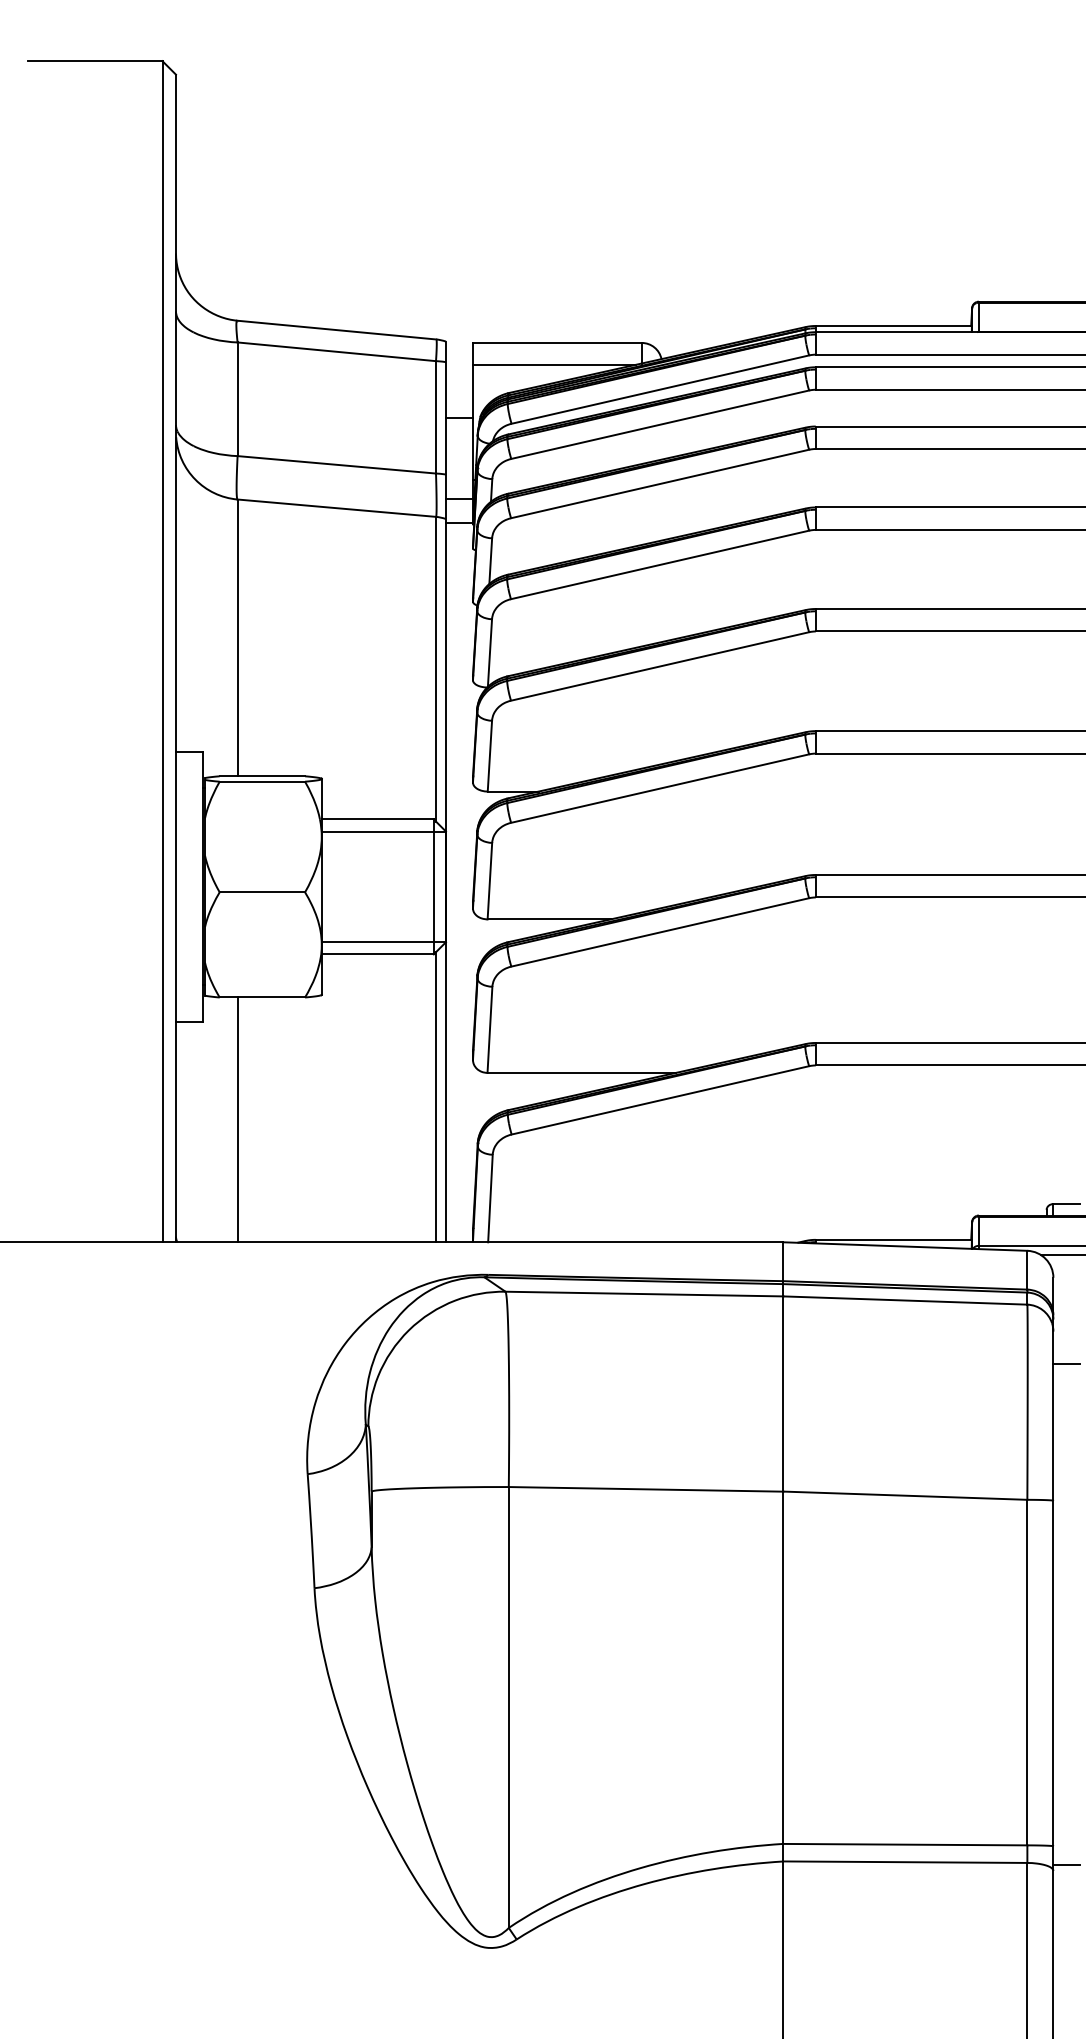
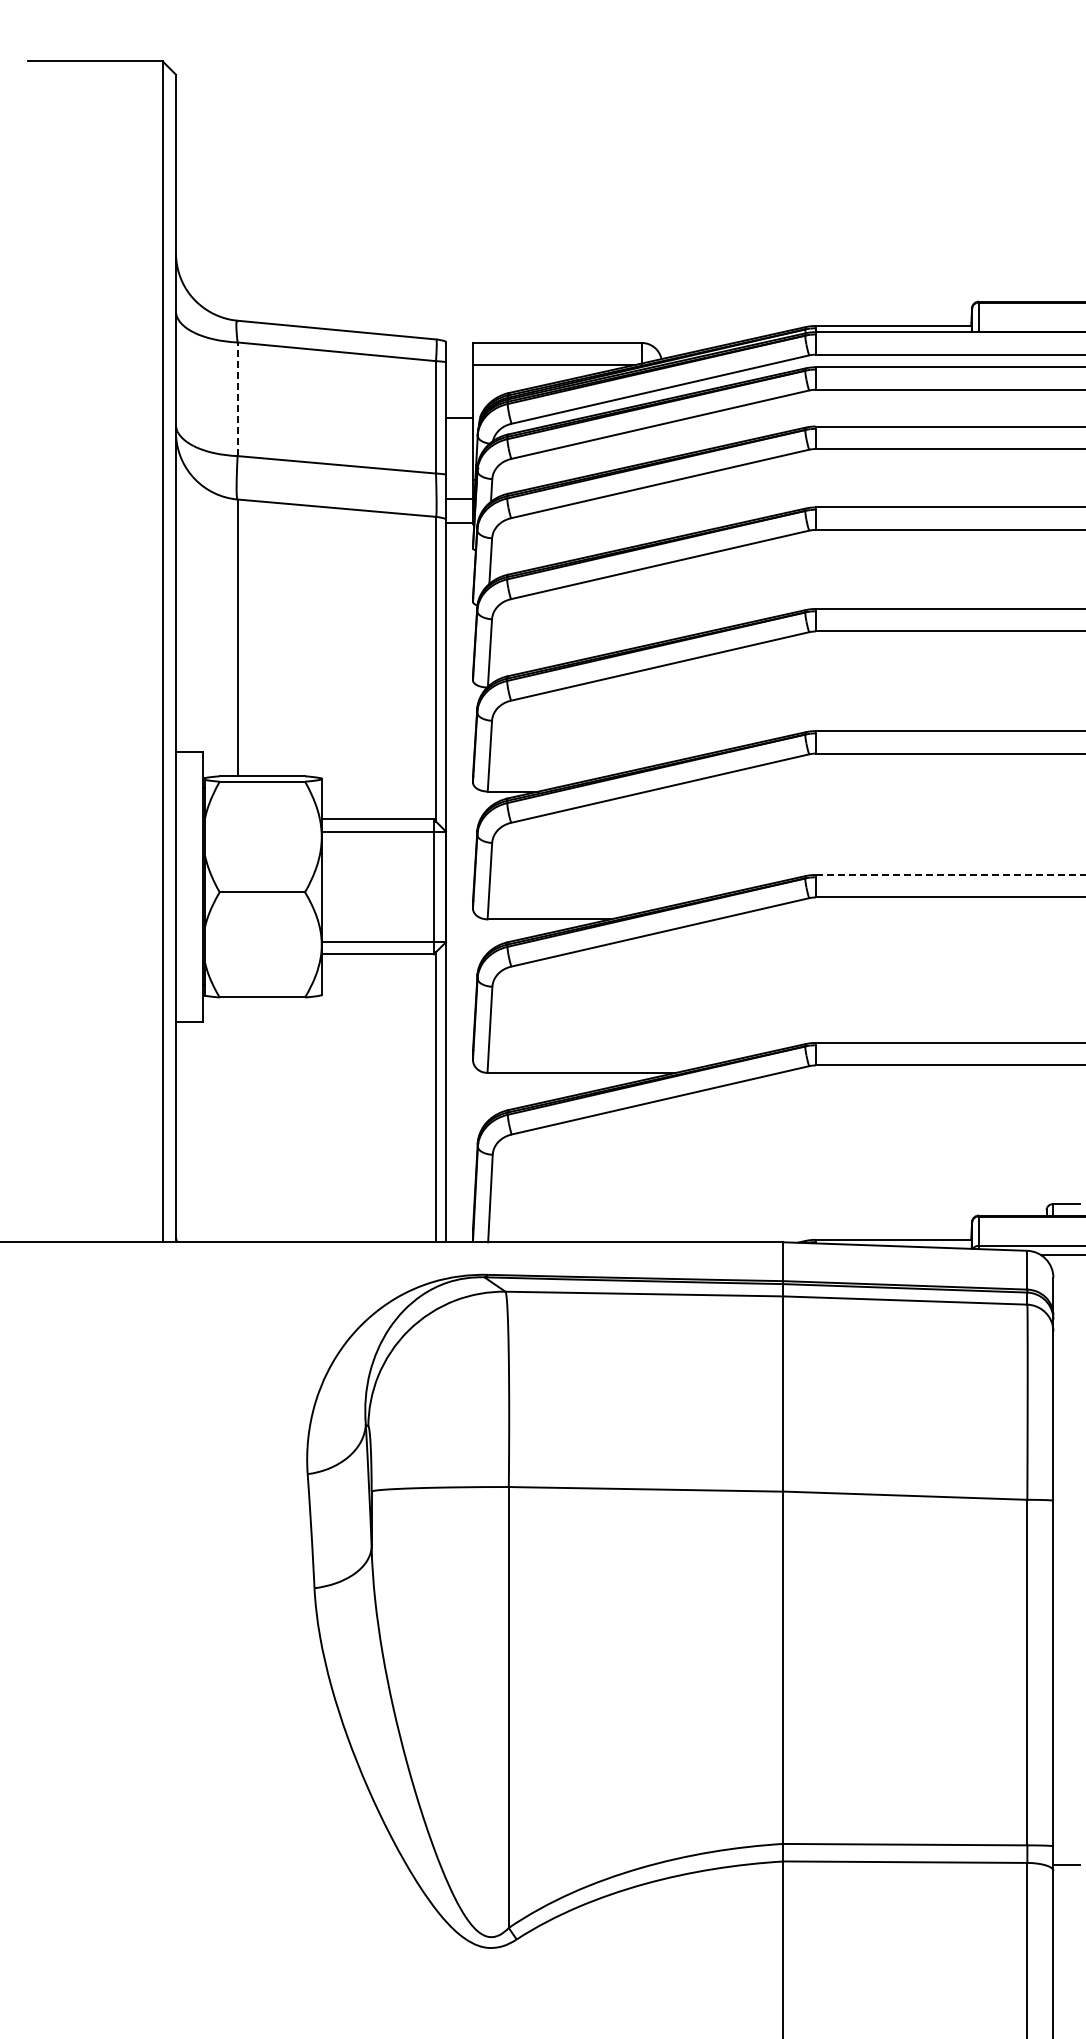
line at (237, 399): solid -> dashed
line at (950, 874): solid -> dashed
line at (237, 1119): present -> none
line at (1066, 1364): present -> none
